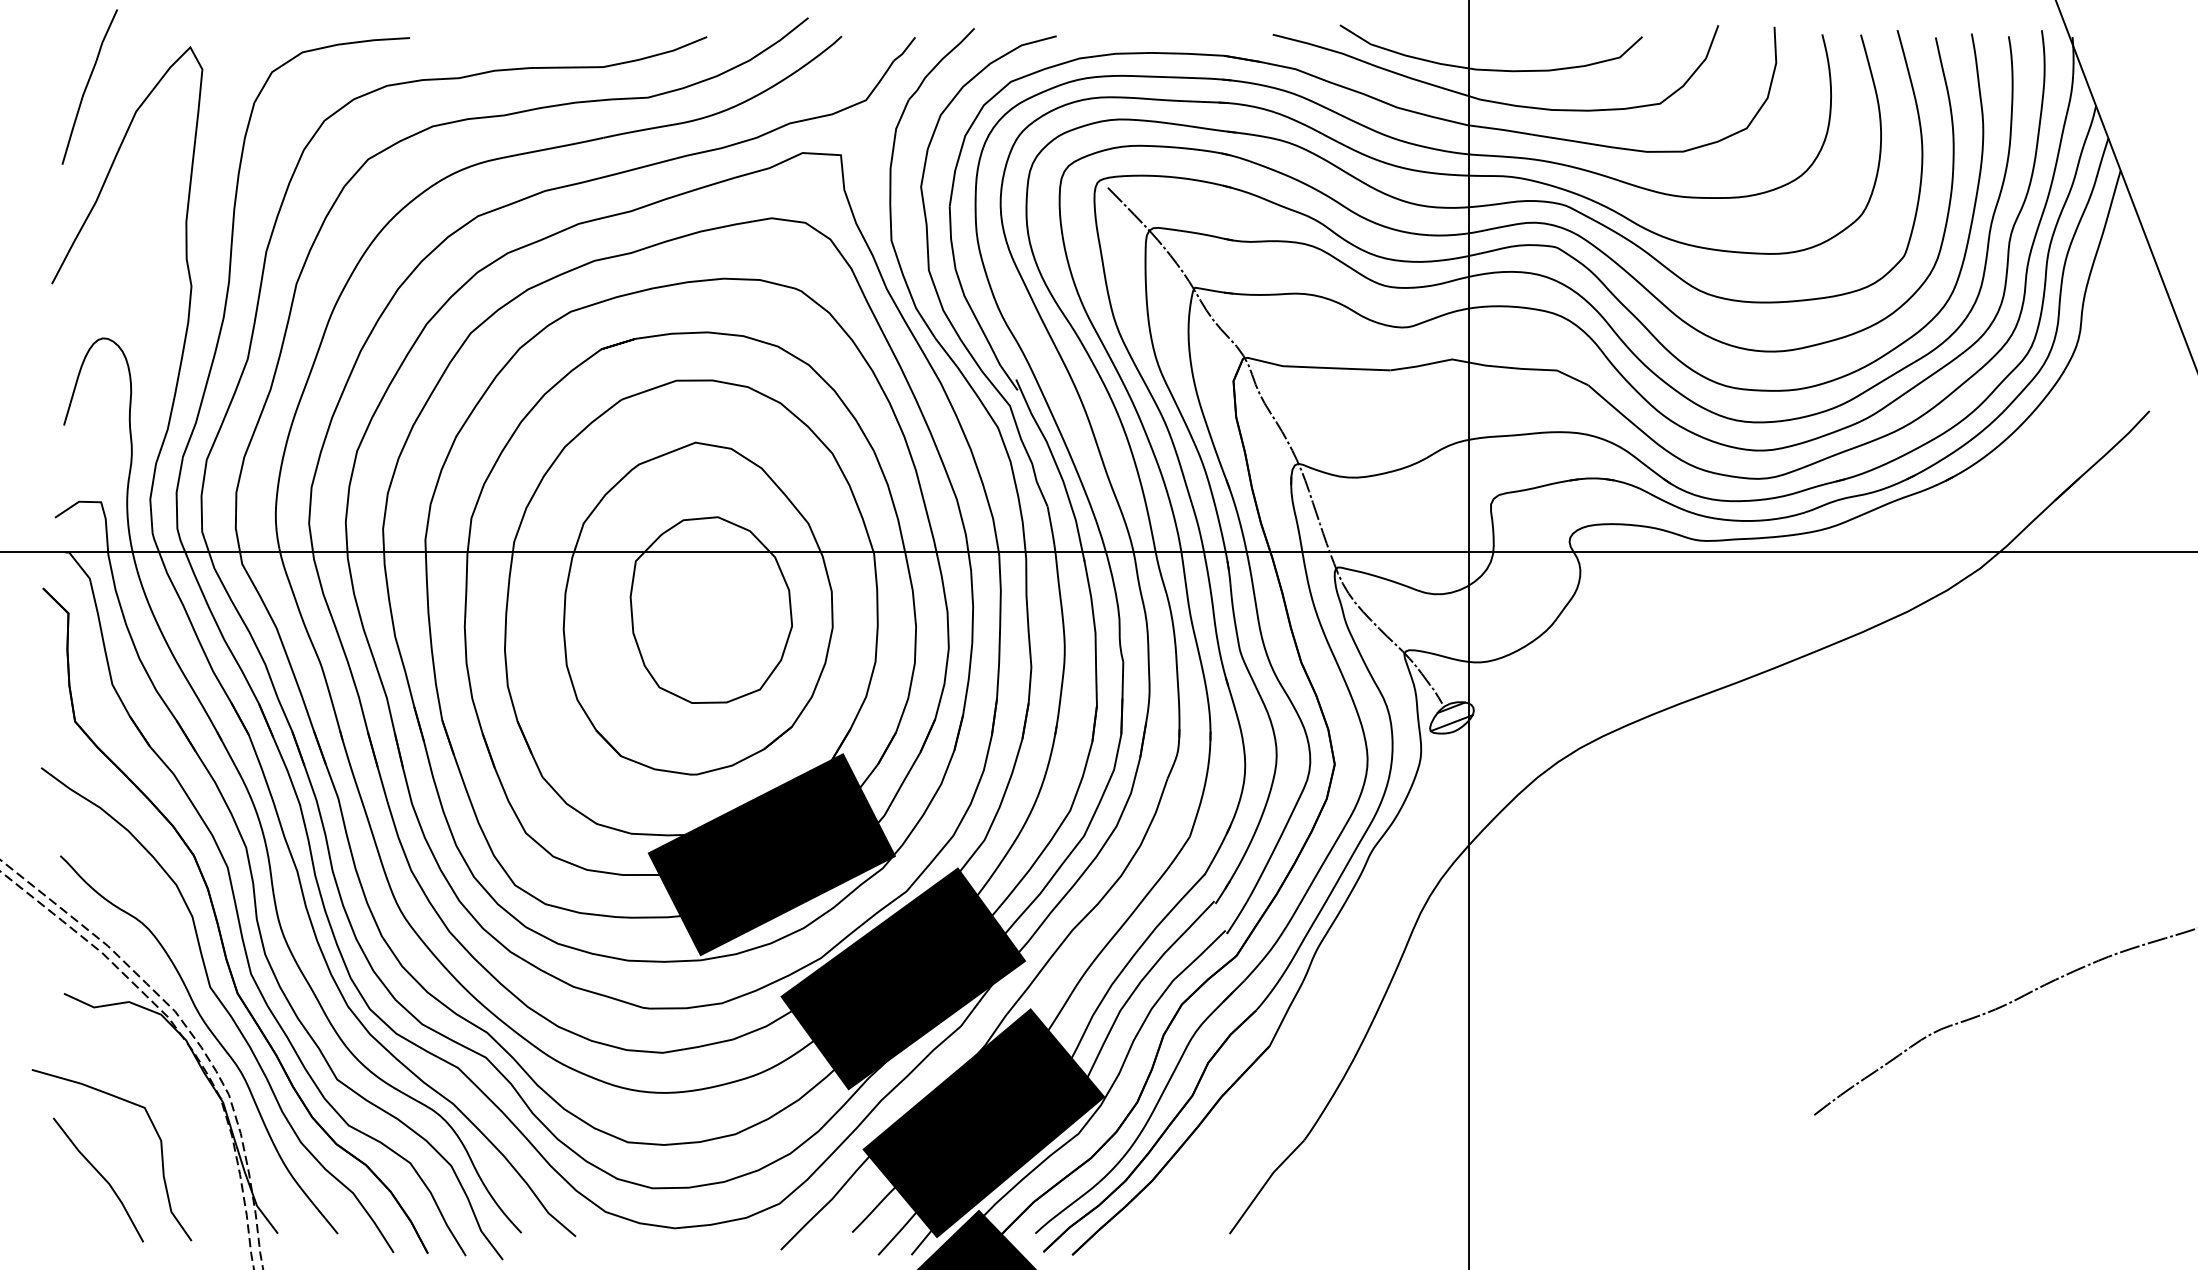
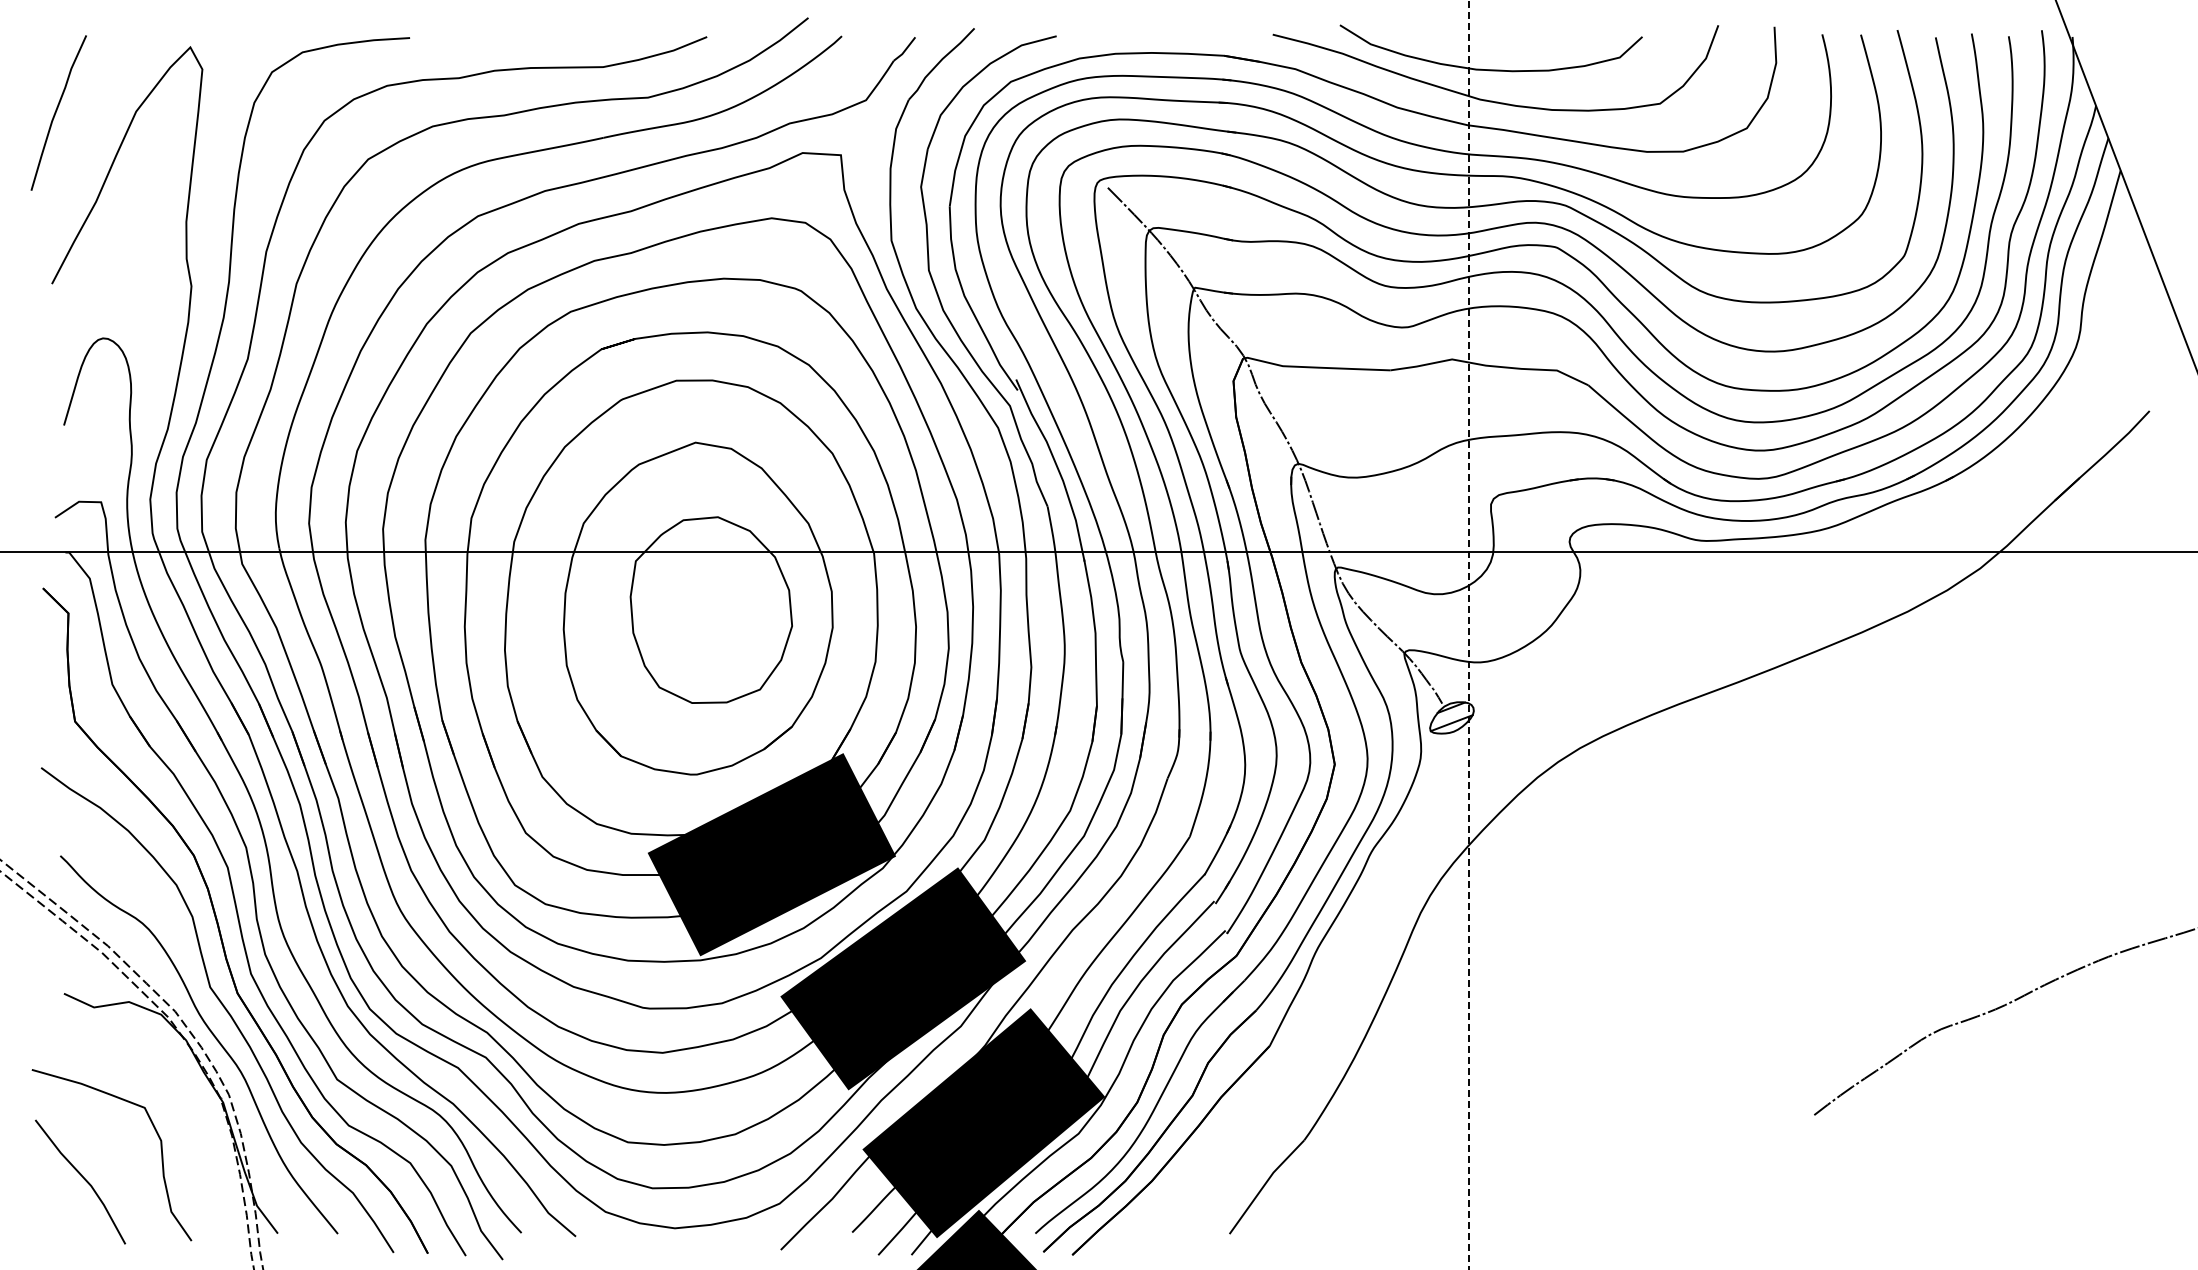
curve at (87, 86) position: (87, 86) -> (56, 112)
line at (1468, 635): solid -> dashed
line at (101, 1177) position: (101, 1177) -> (83, 1179)
